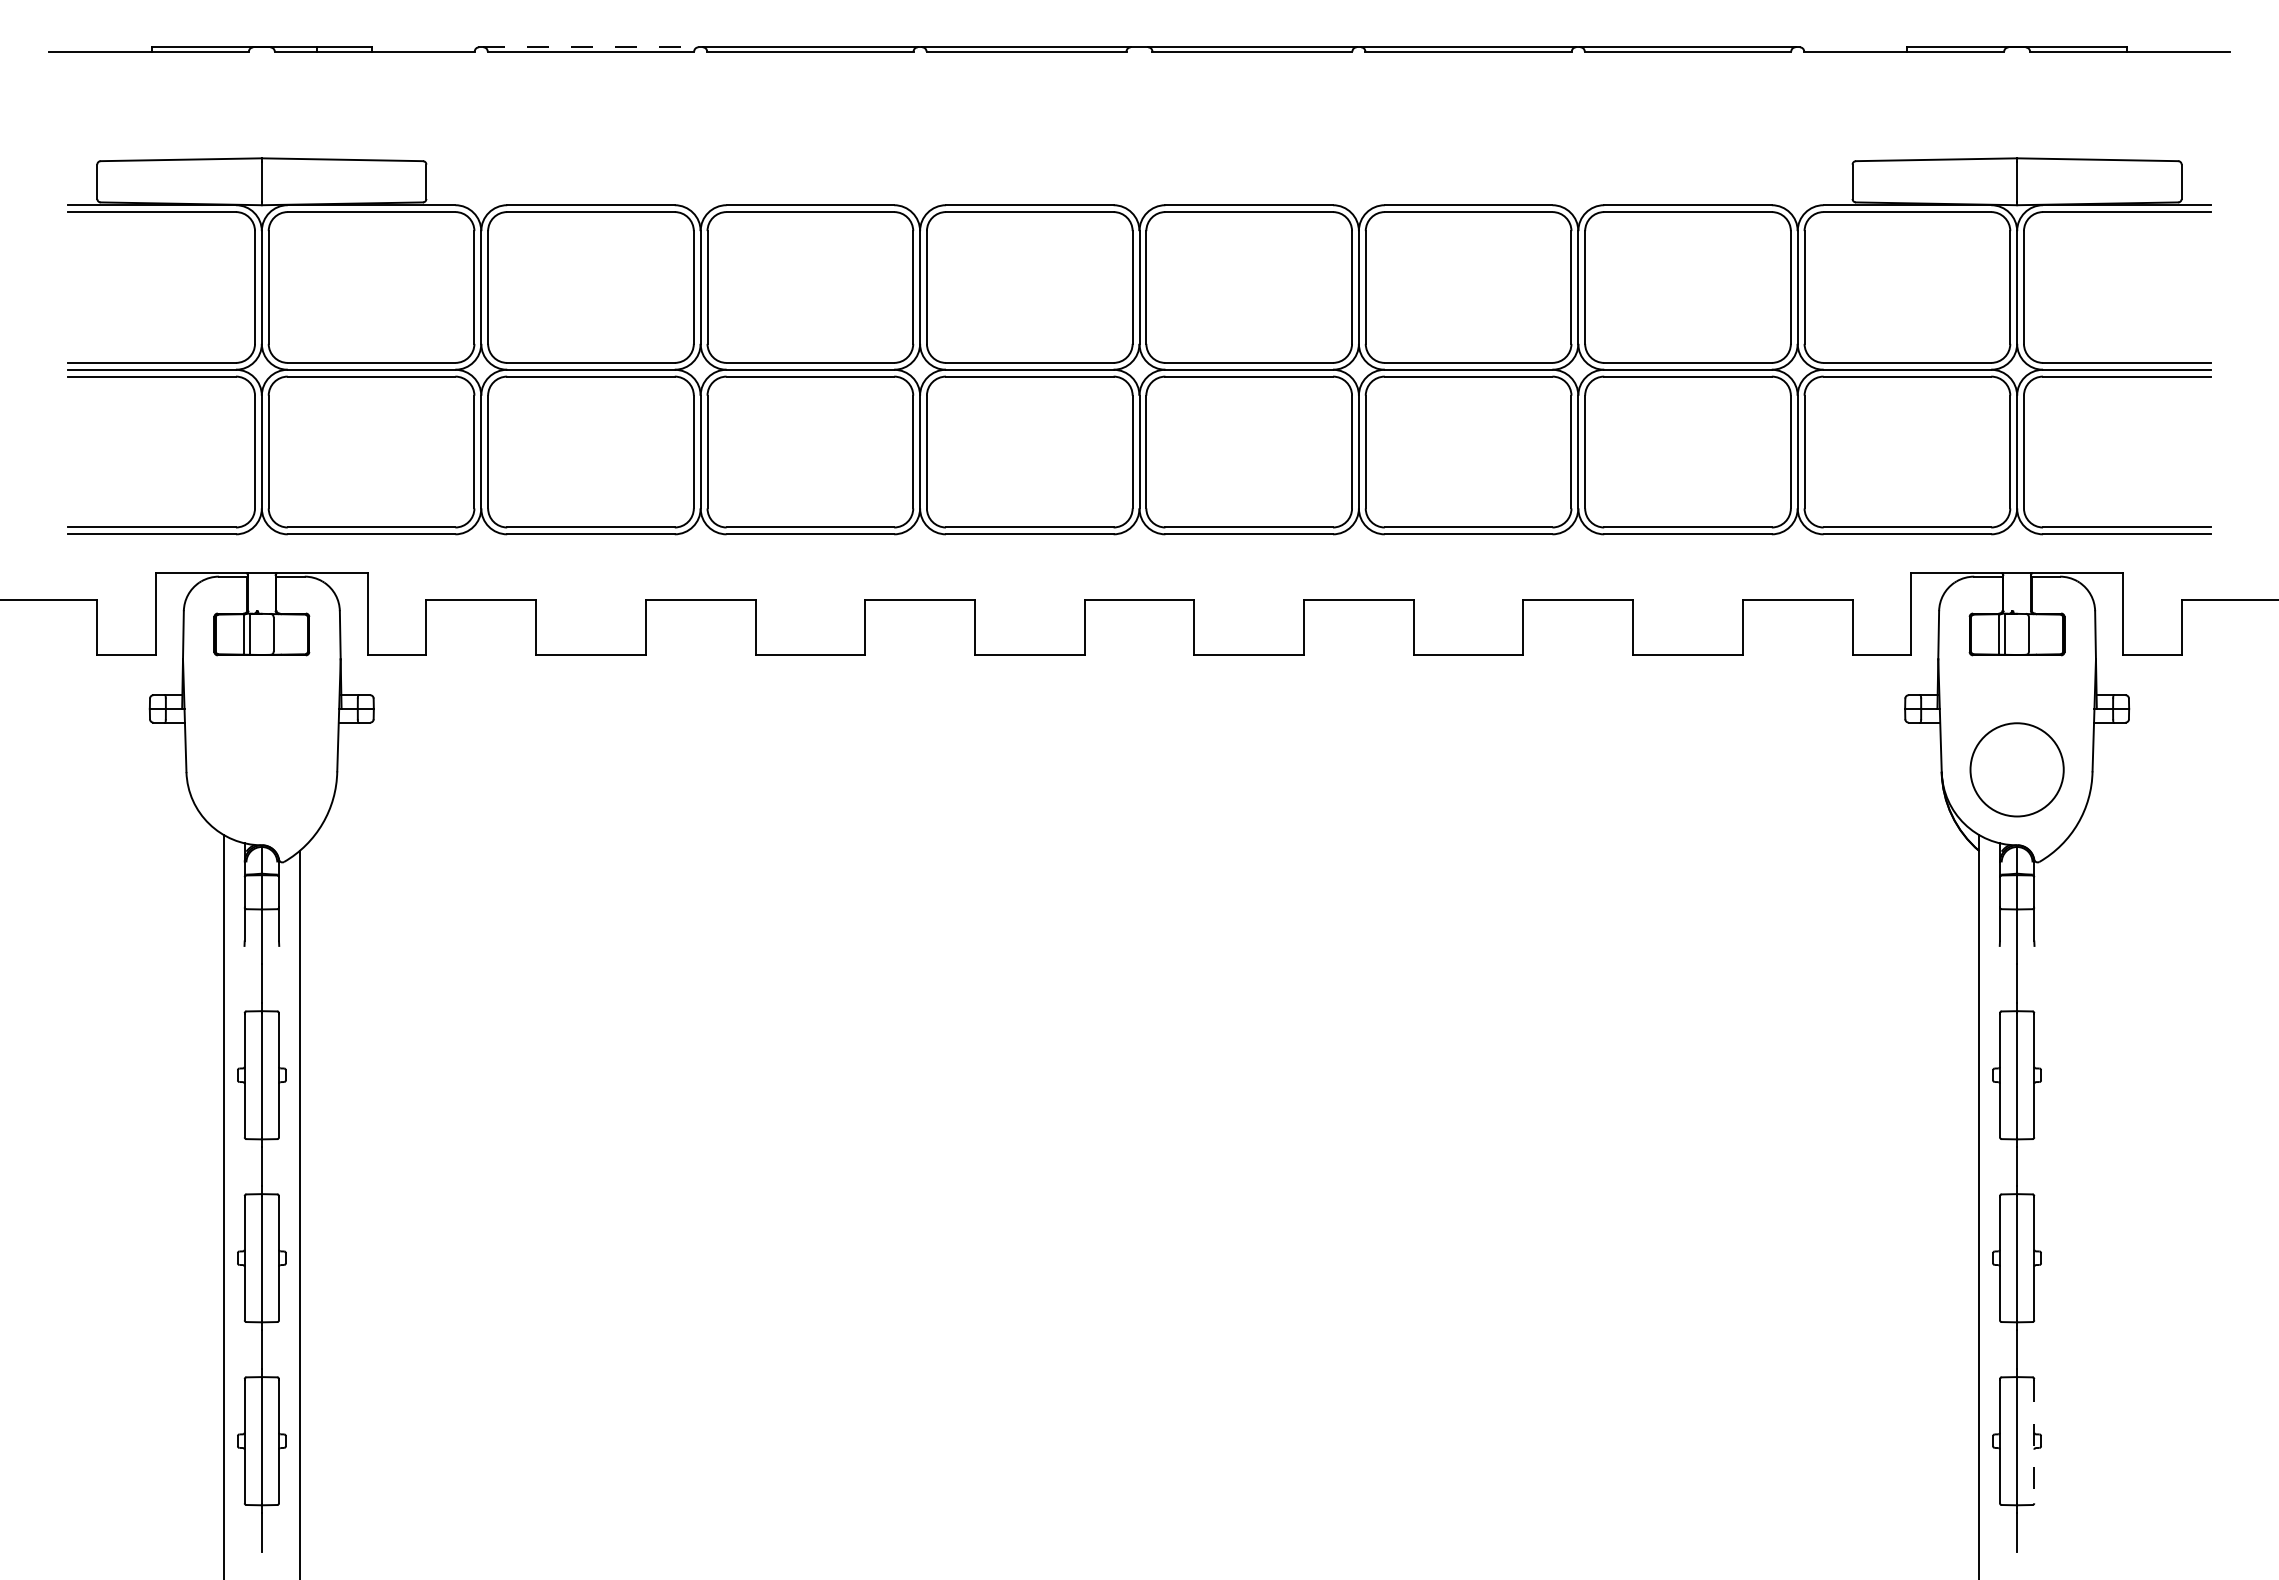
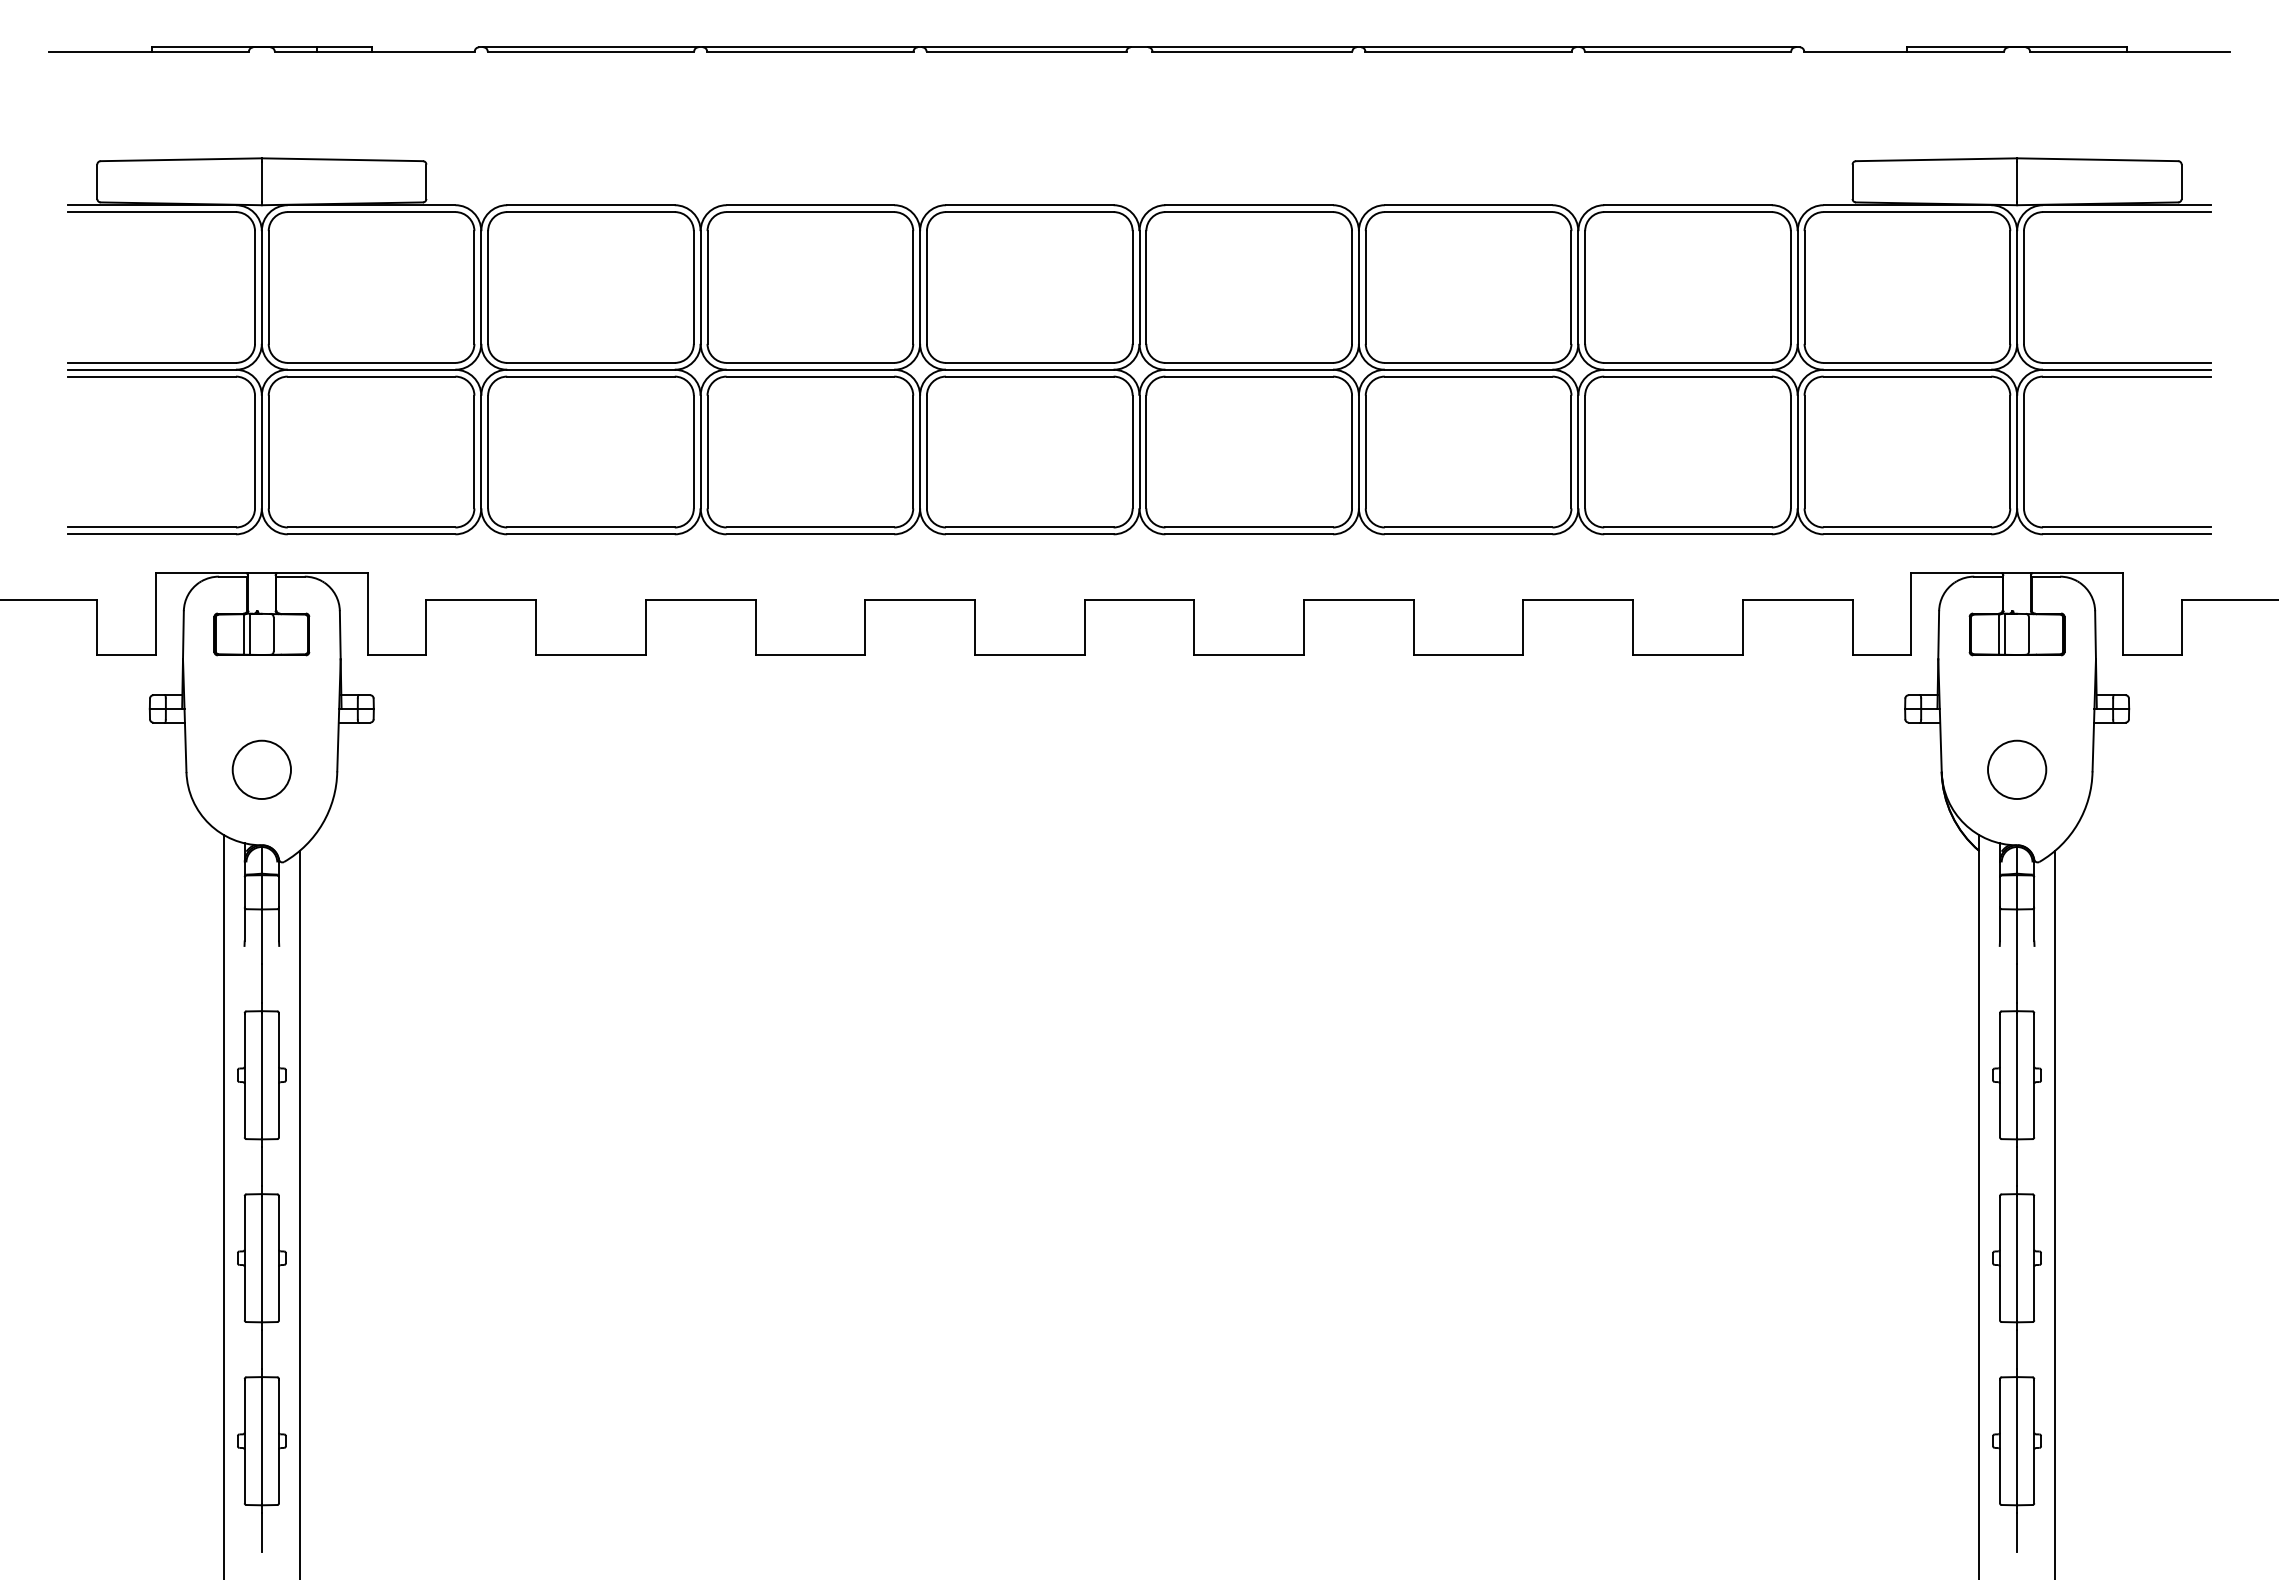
line at (590, 47): dashed -> solid
circle at (261, 769): none -> present
circle at (2016, 769) diameter: 93 px -> 58 px
line at (2054, 1213): none -> present
line at (2034, 1441): dashed -> solid
